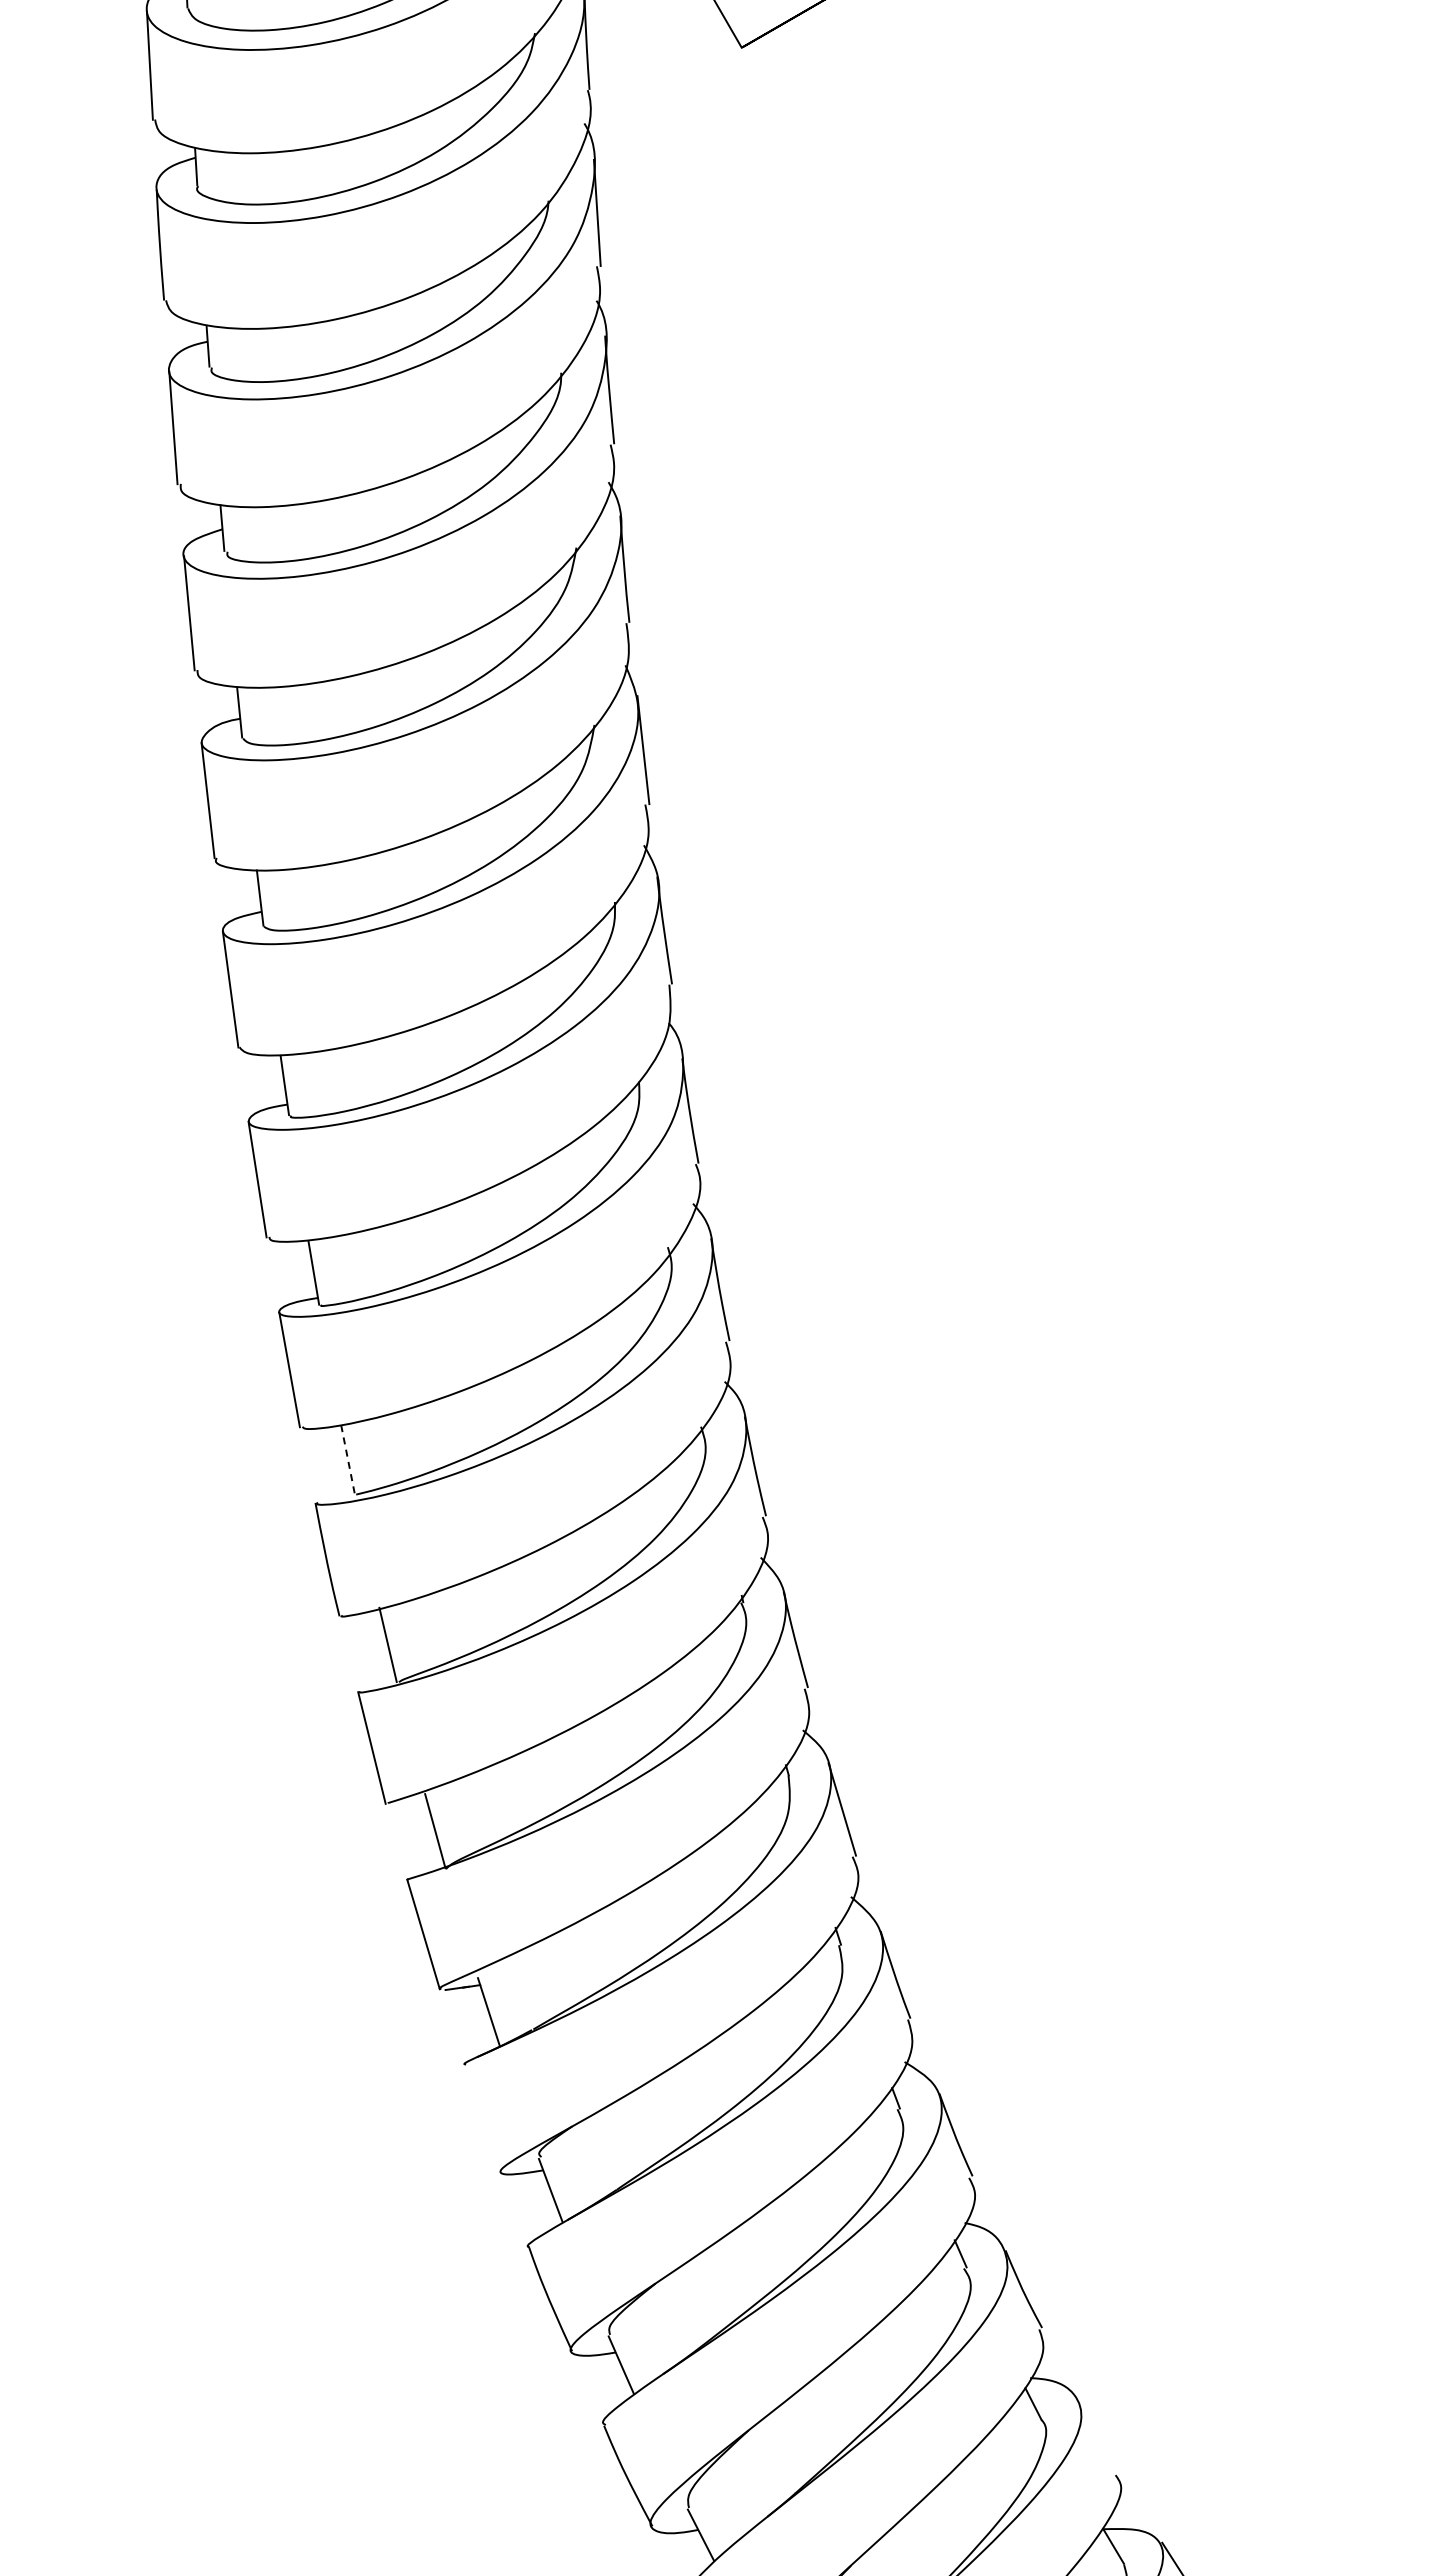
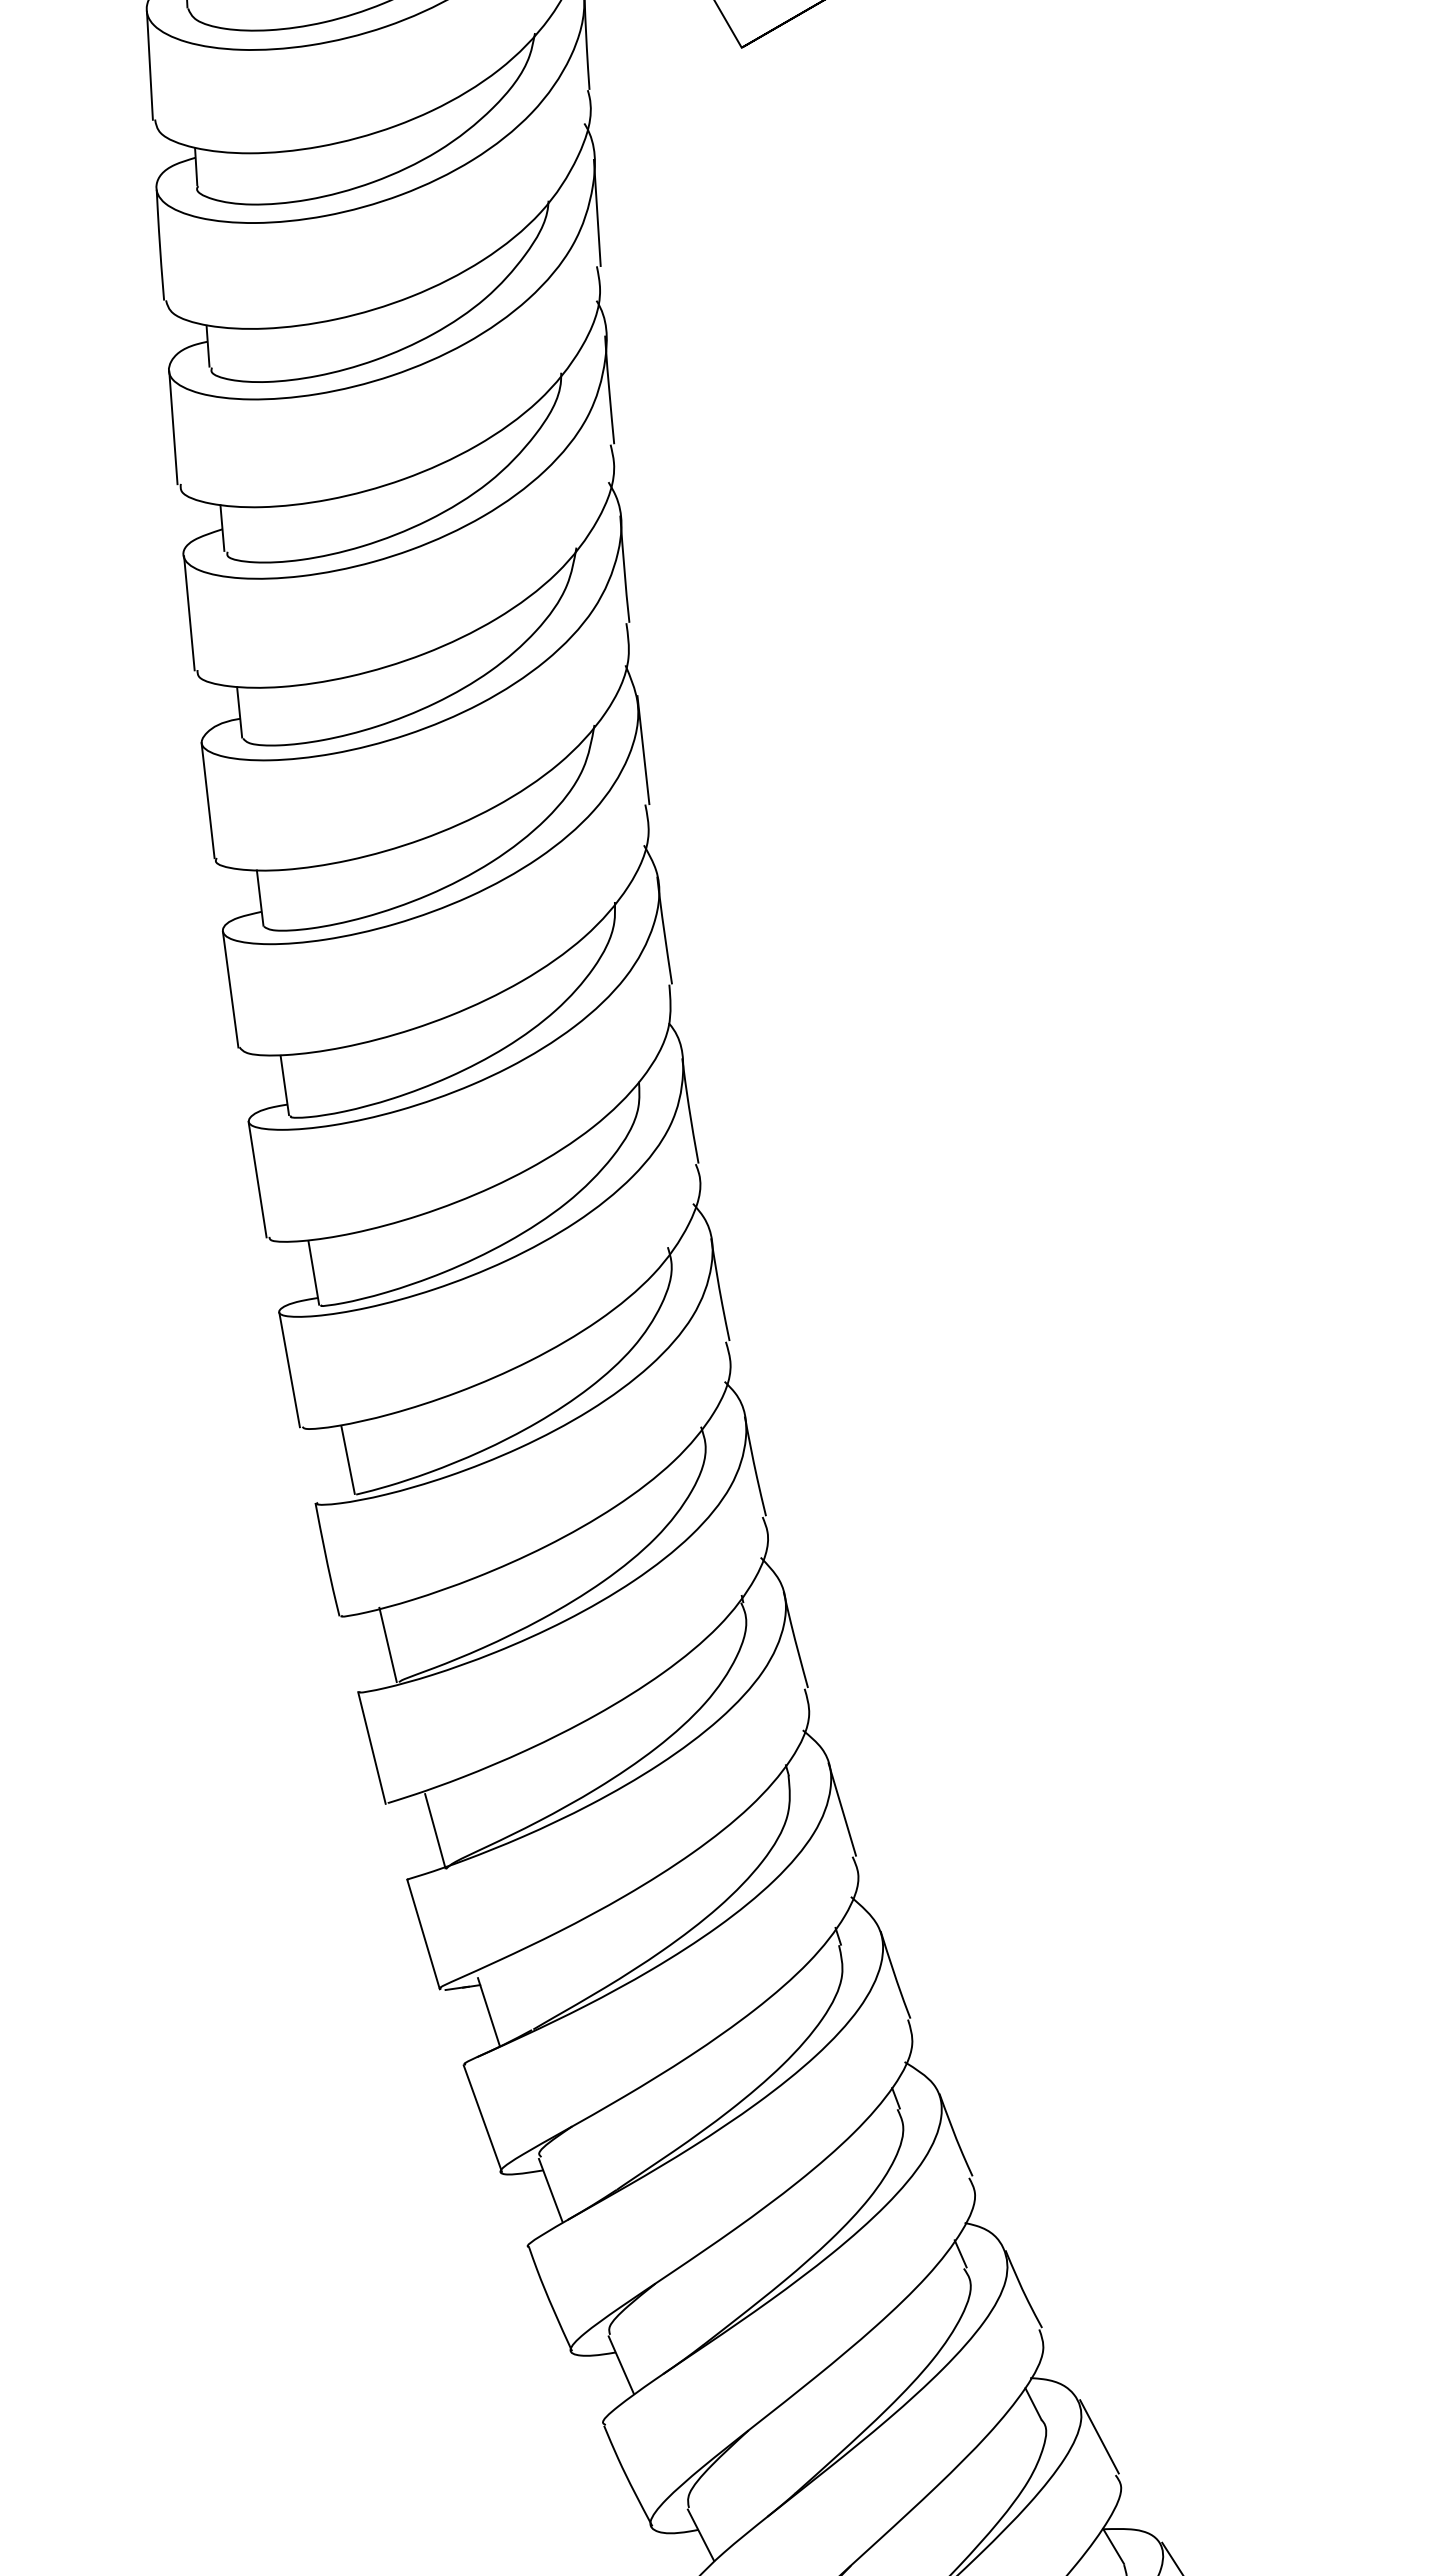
line at (348, 1459): dashed -> solid
line at (482, 2118): none -> present
line at (1099, 2436): none -> present
